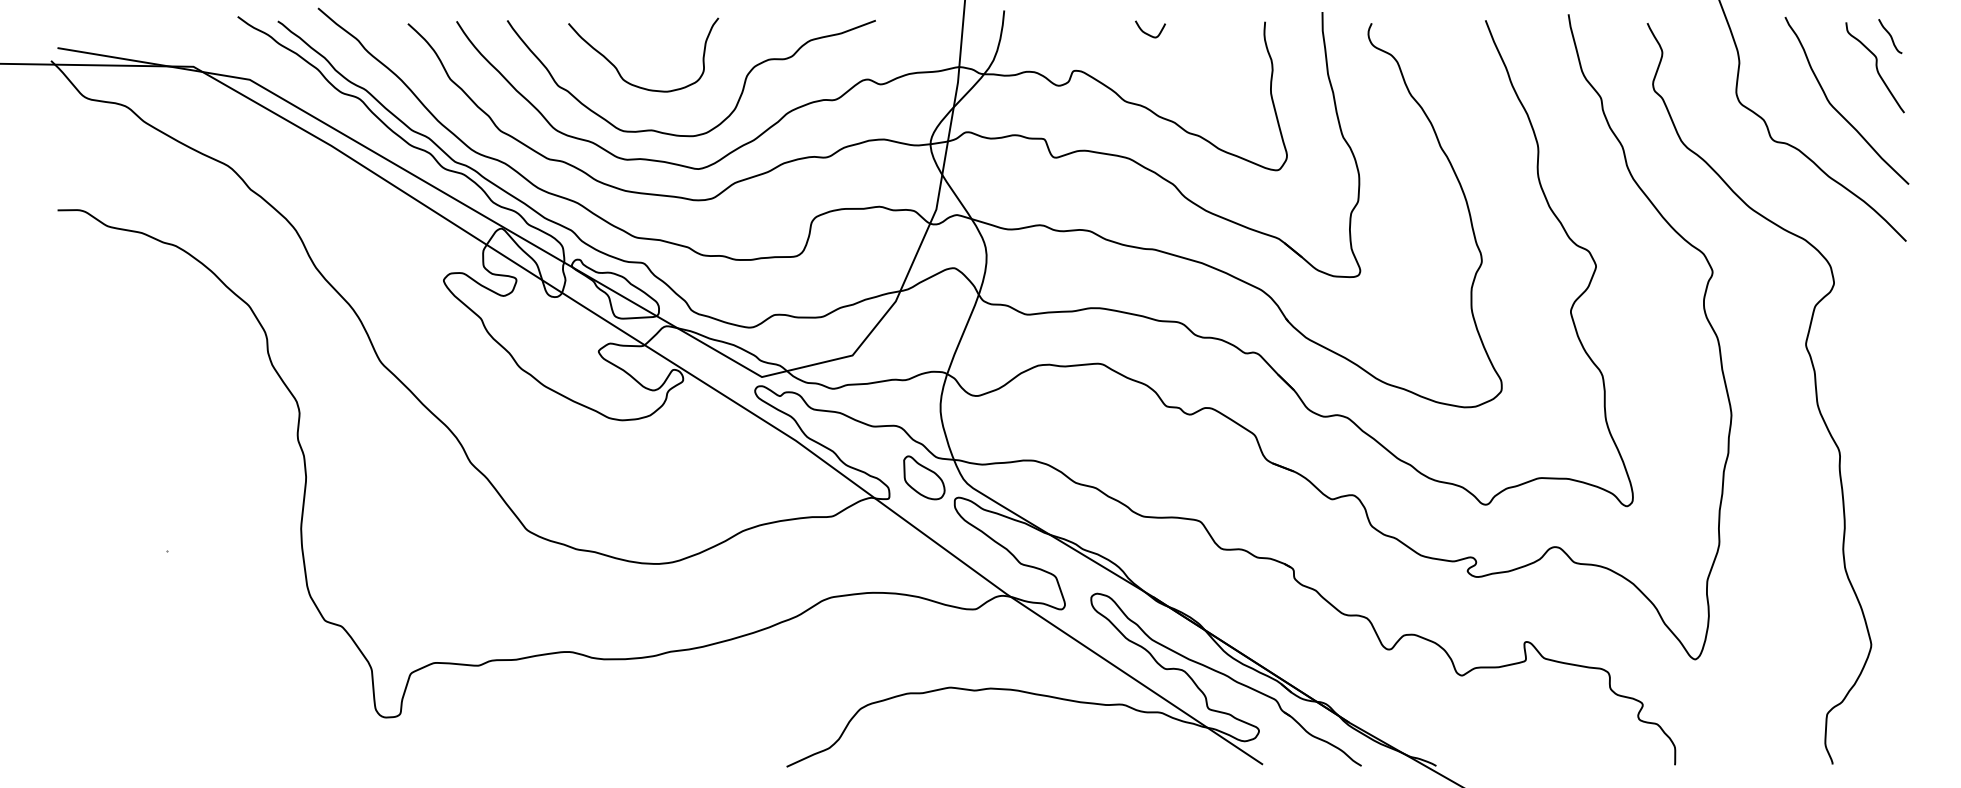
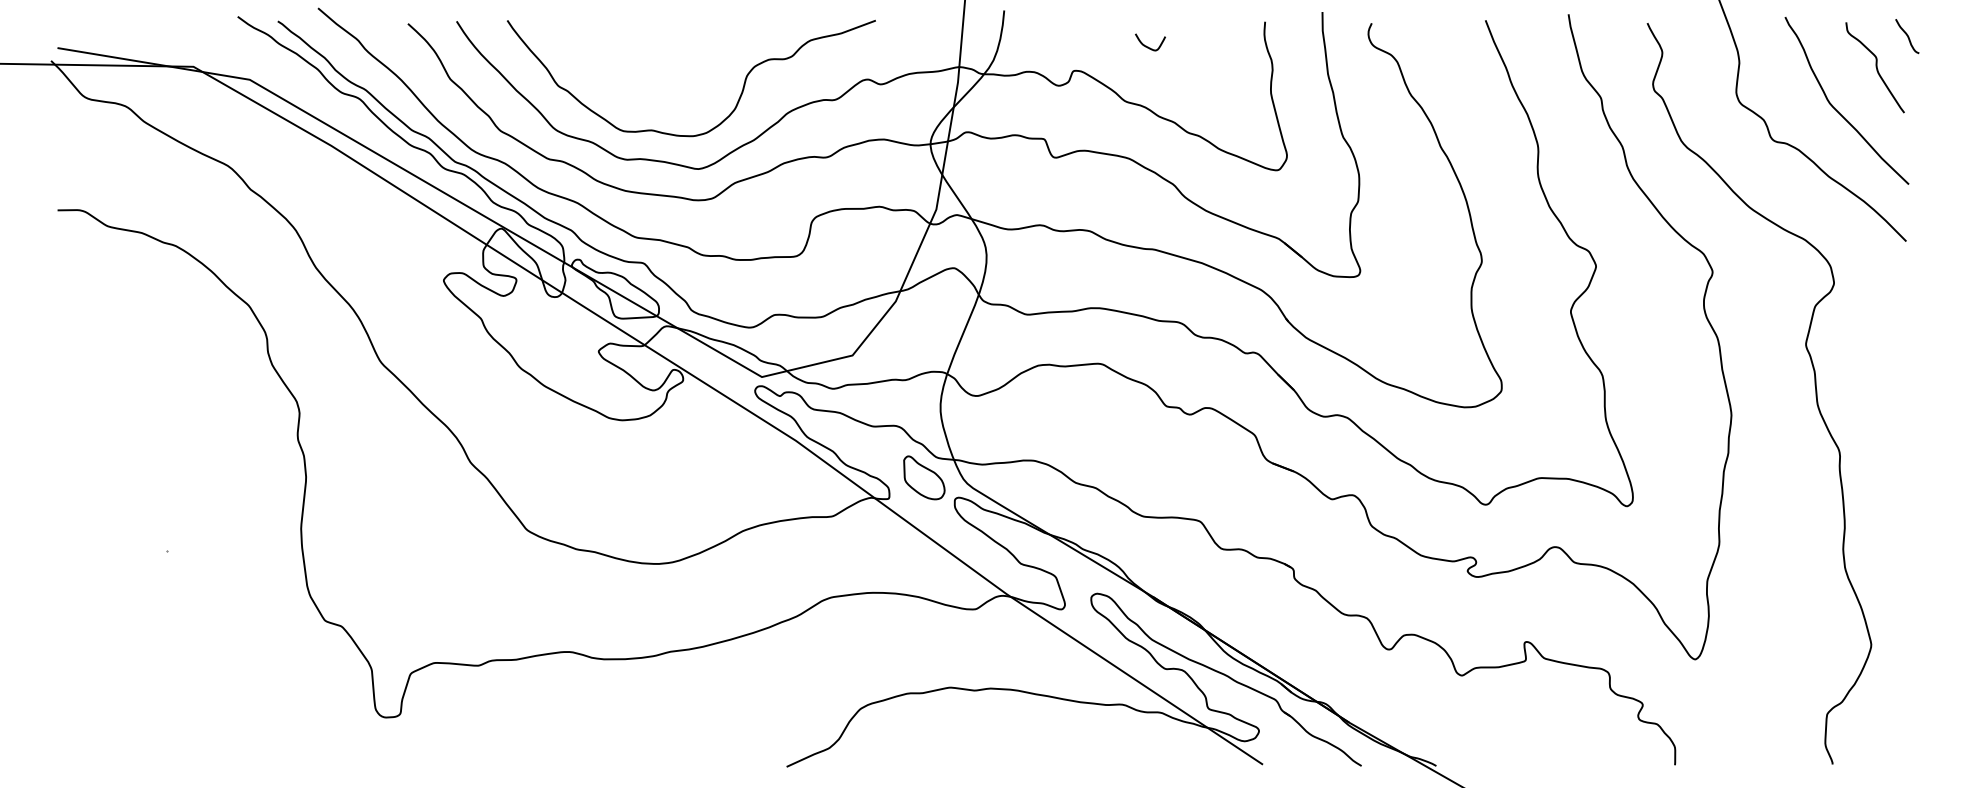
curve at (1148, 33) position: (1148, 33) -> (1148, 46)
curve at (1890, 36) position: (1890, 36) -> (1907, 36)
curve at (619, 71): present -> none
